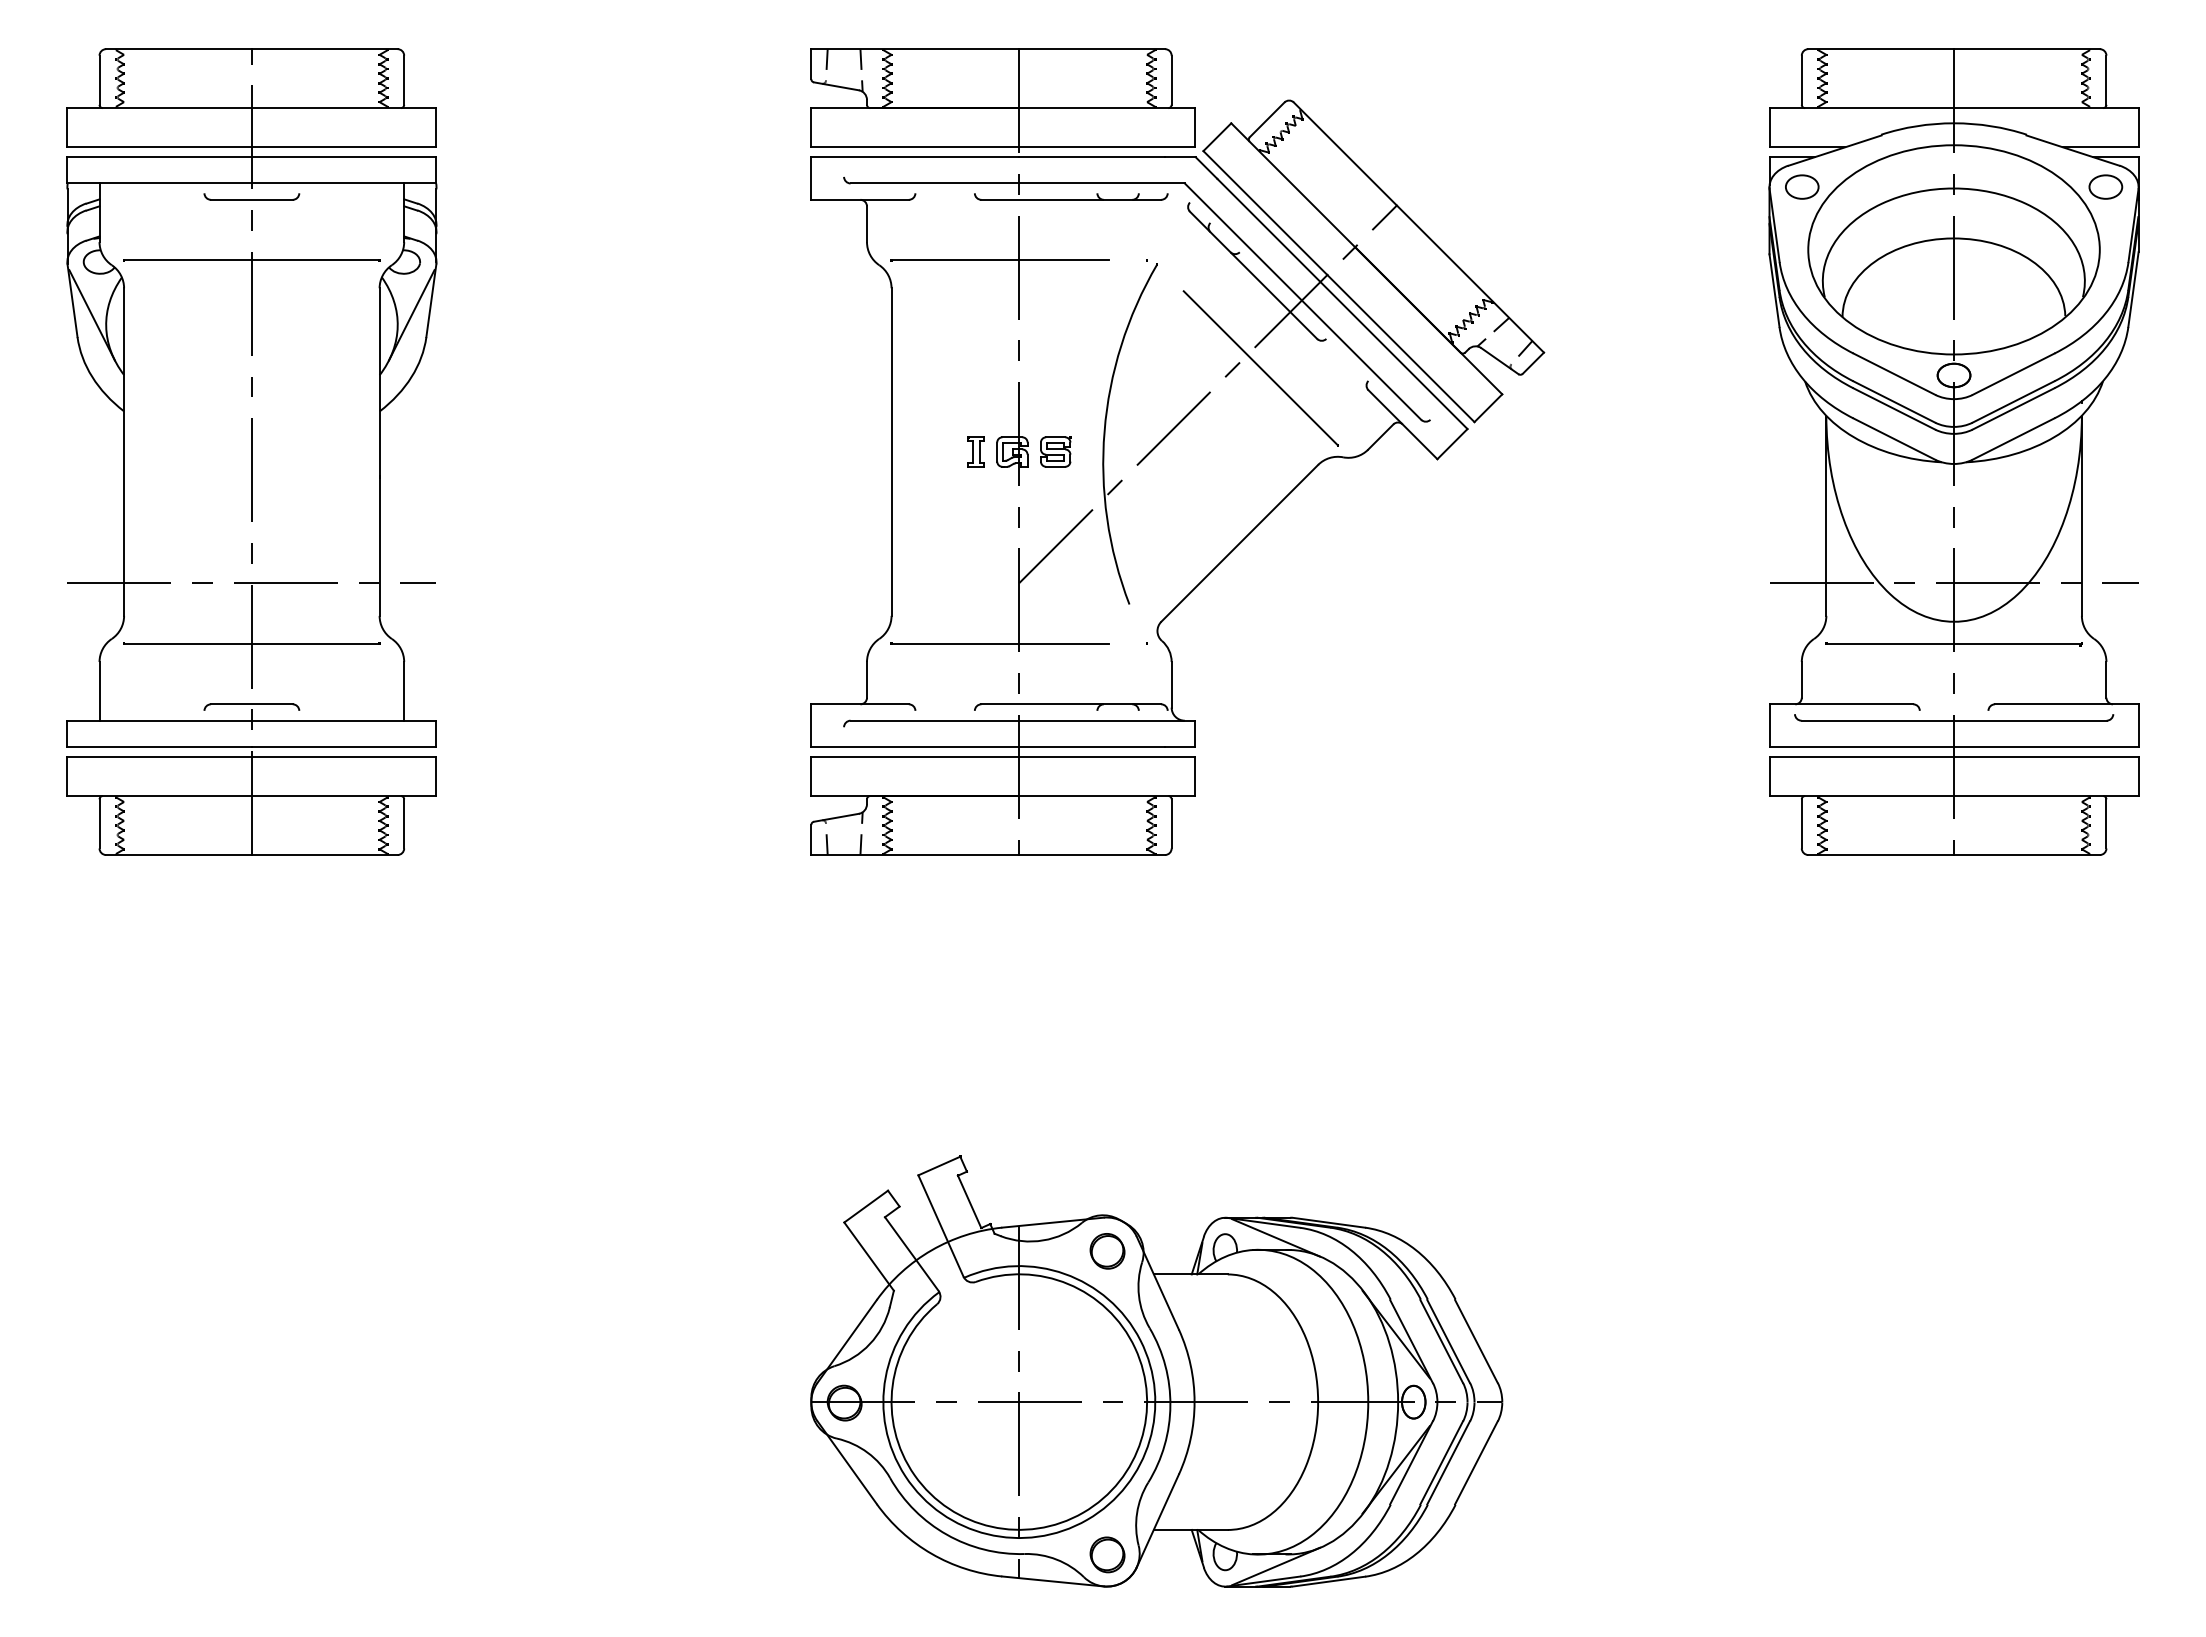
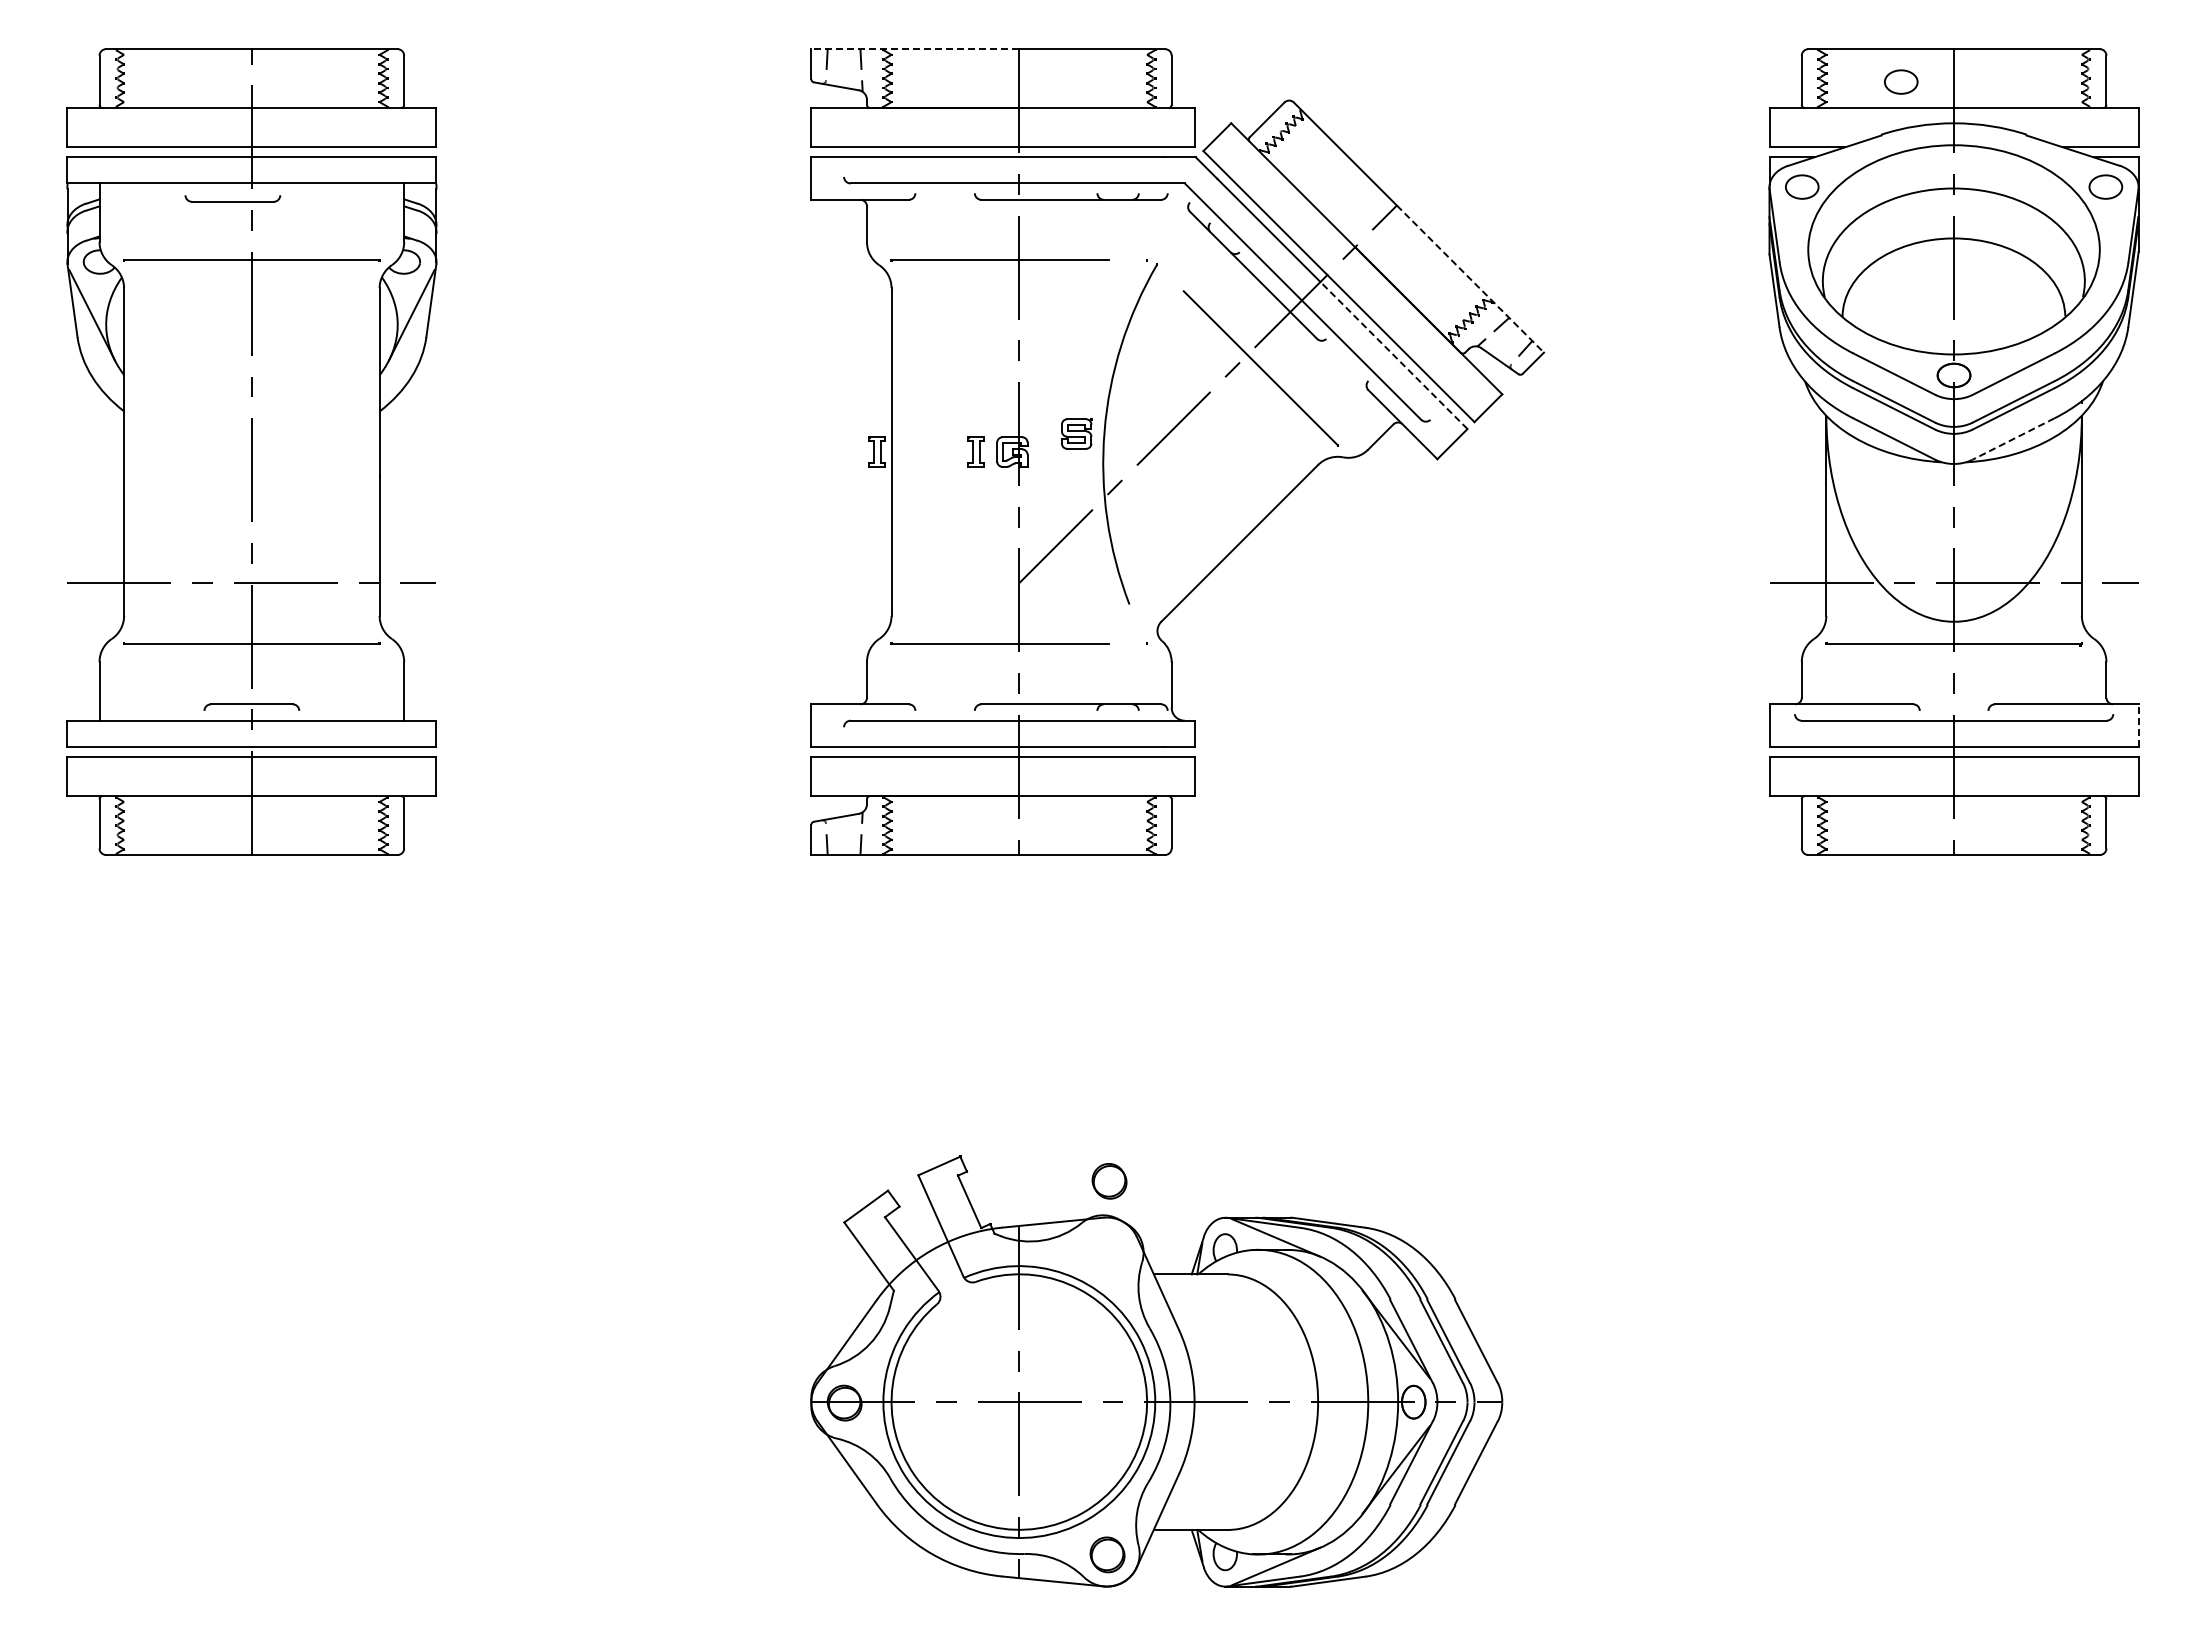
line at (914, 49): solid -> dashed
part at (1901, 81): none -> present
part at (251, 196) position: (251, 196) -> (232, 198)
line at (1470, 279): solid -> dashed
line at (1393, 355): solid -> dashed
line at (2013, 439): solid -> dashed
part at (876, 451): none -> present
part at (1055, 451) position: (1055, 451) -> (1076, 433)
line at (2138, 725): solid -> dashed
part at (1107, 1251) position: (1107, 1251) -> (1109, 1181)
